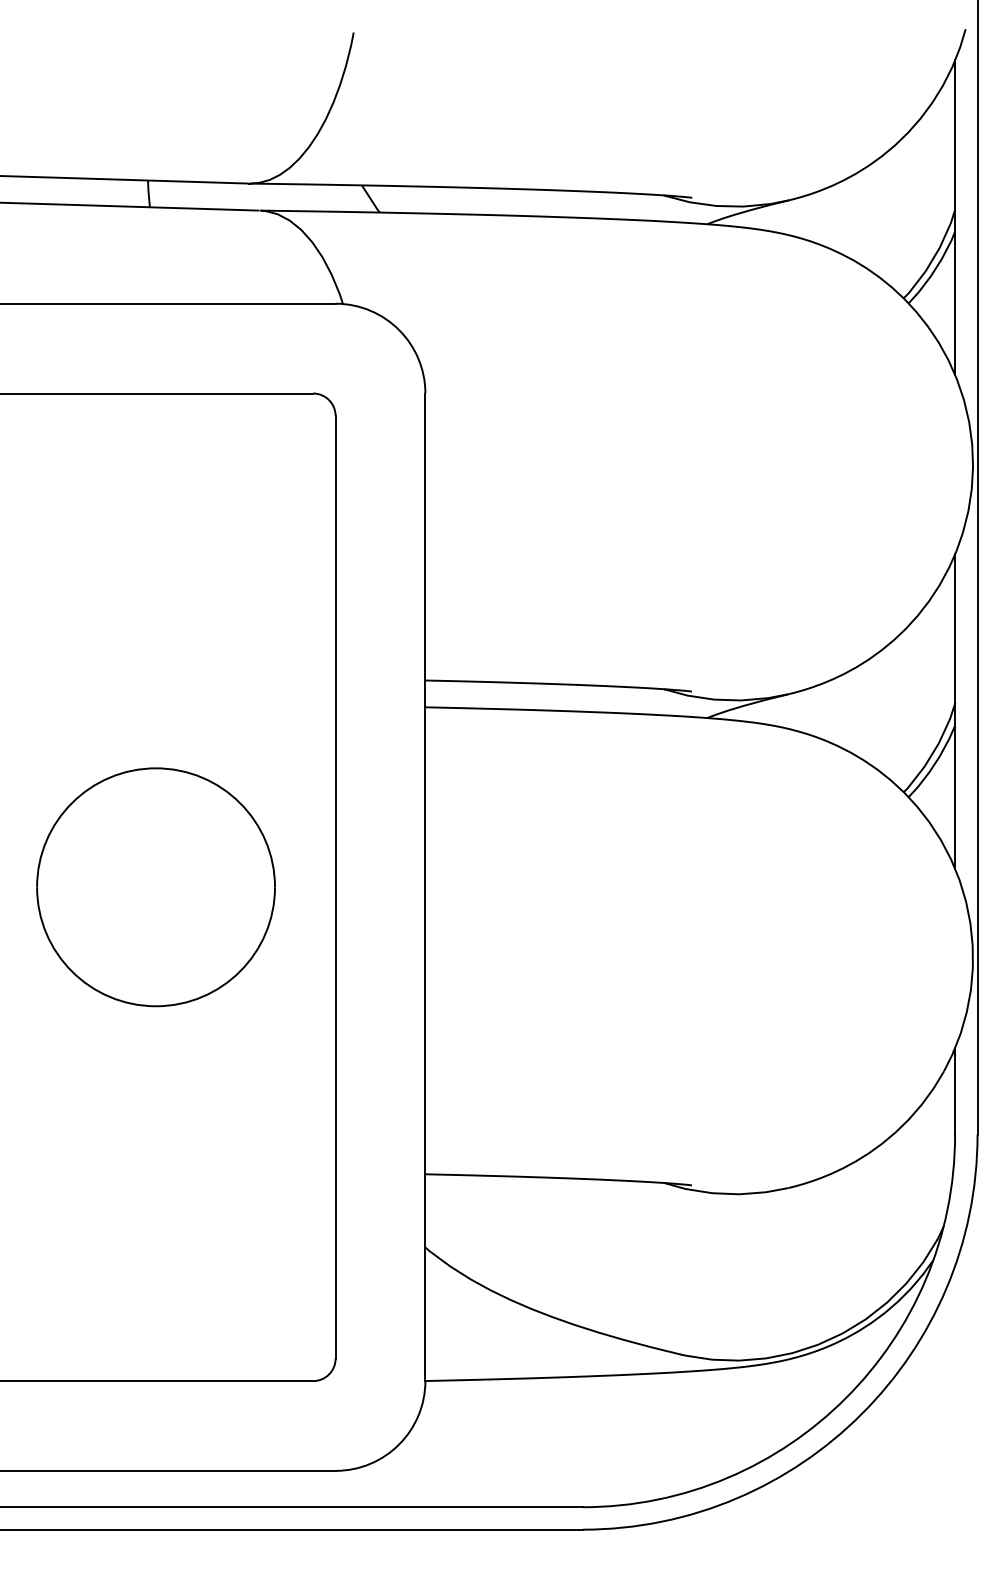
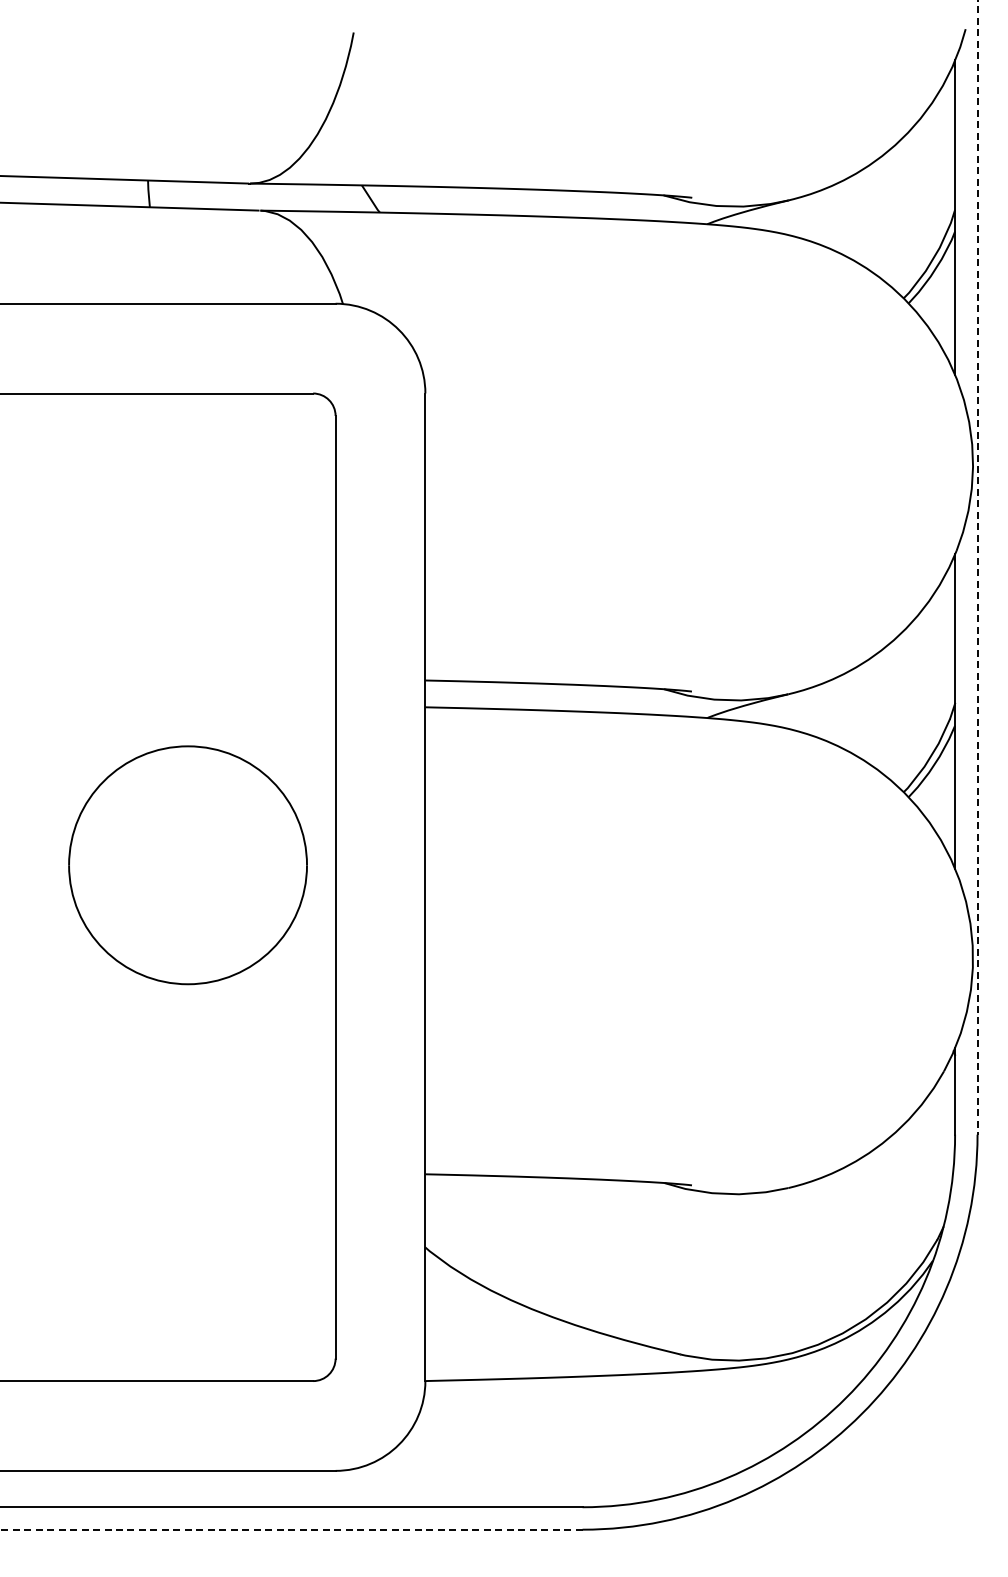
line at (977, 567): solid -> dashed
part at (155, 887) position: (155, 887) -> (187, 865)
line at (291, 1529): solid -> dashed
